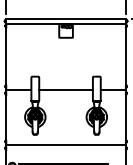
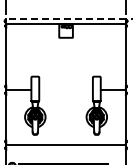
line at (65, 18): solid -> dashed
line at (65, 89): present -> none
